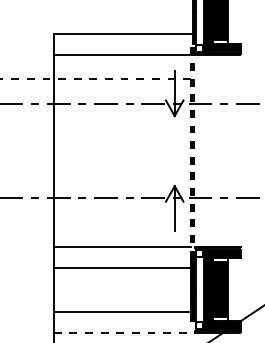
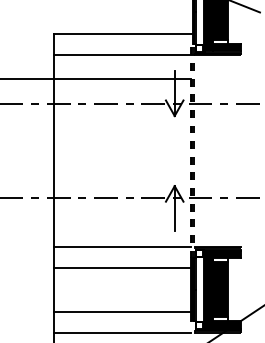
line at (246, 7): none -> present
line at (95, 79): dashed -> solid
line at (122, 332): dashed -> solid
